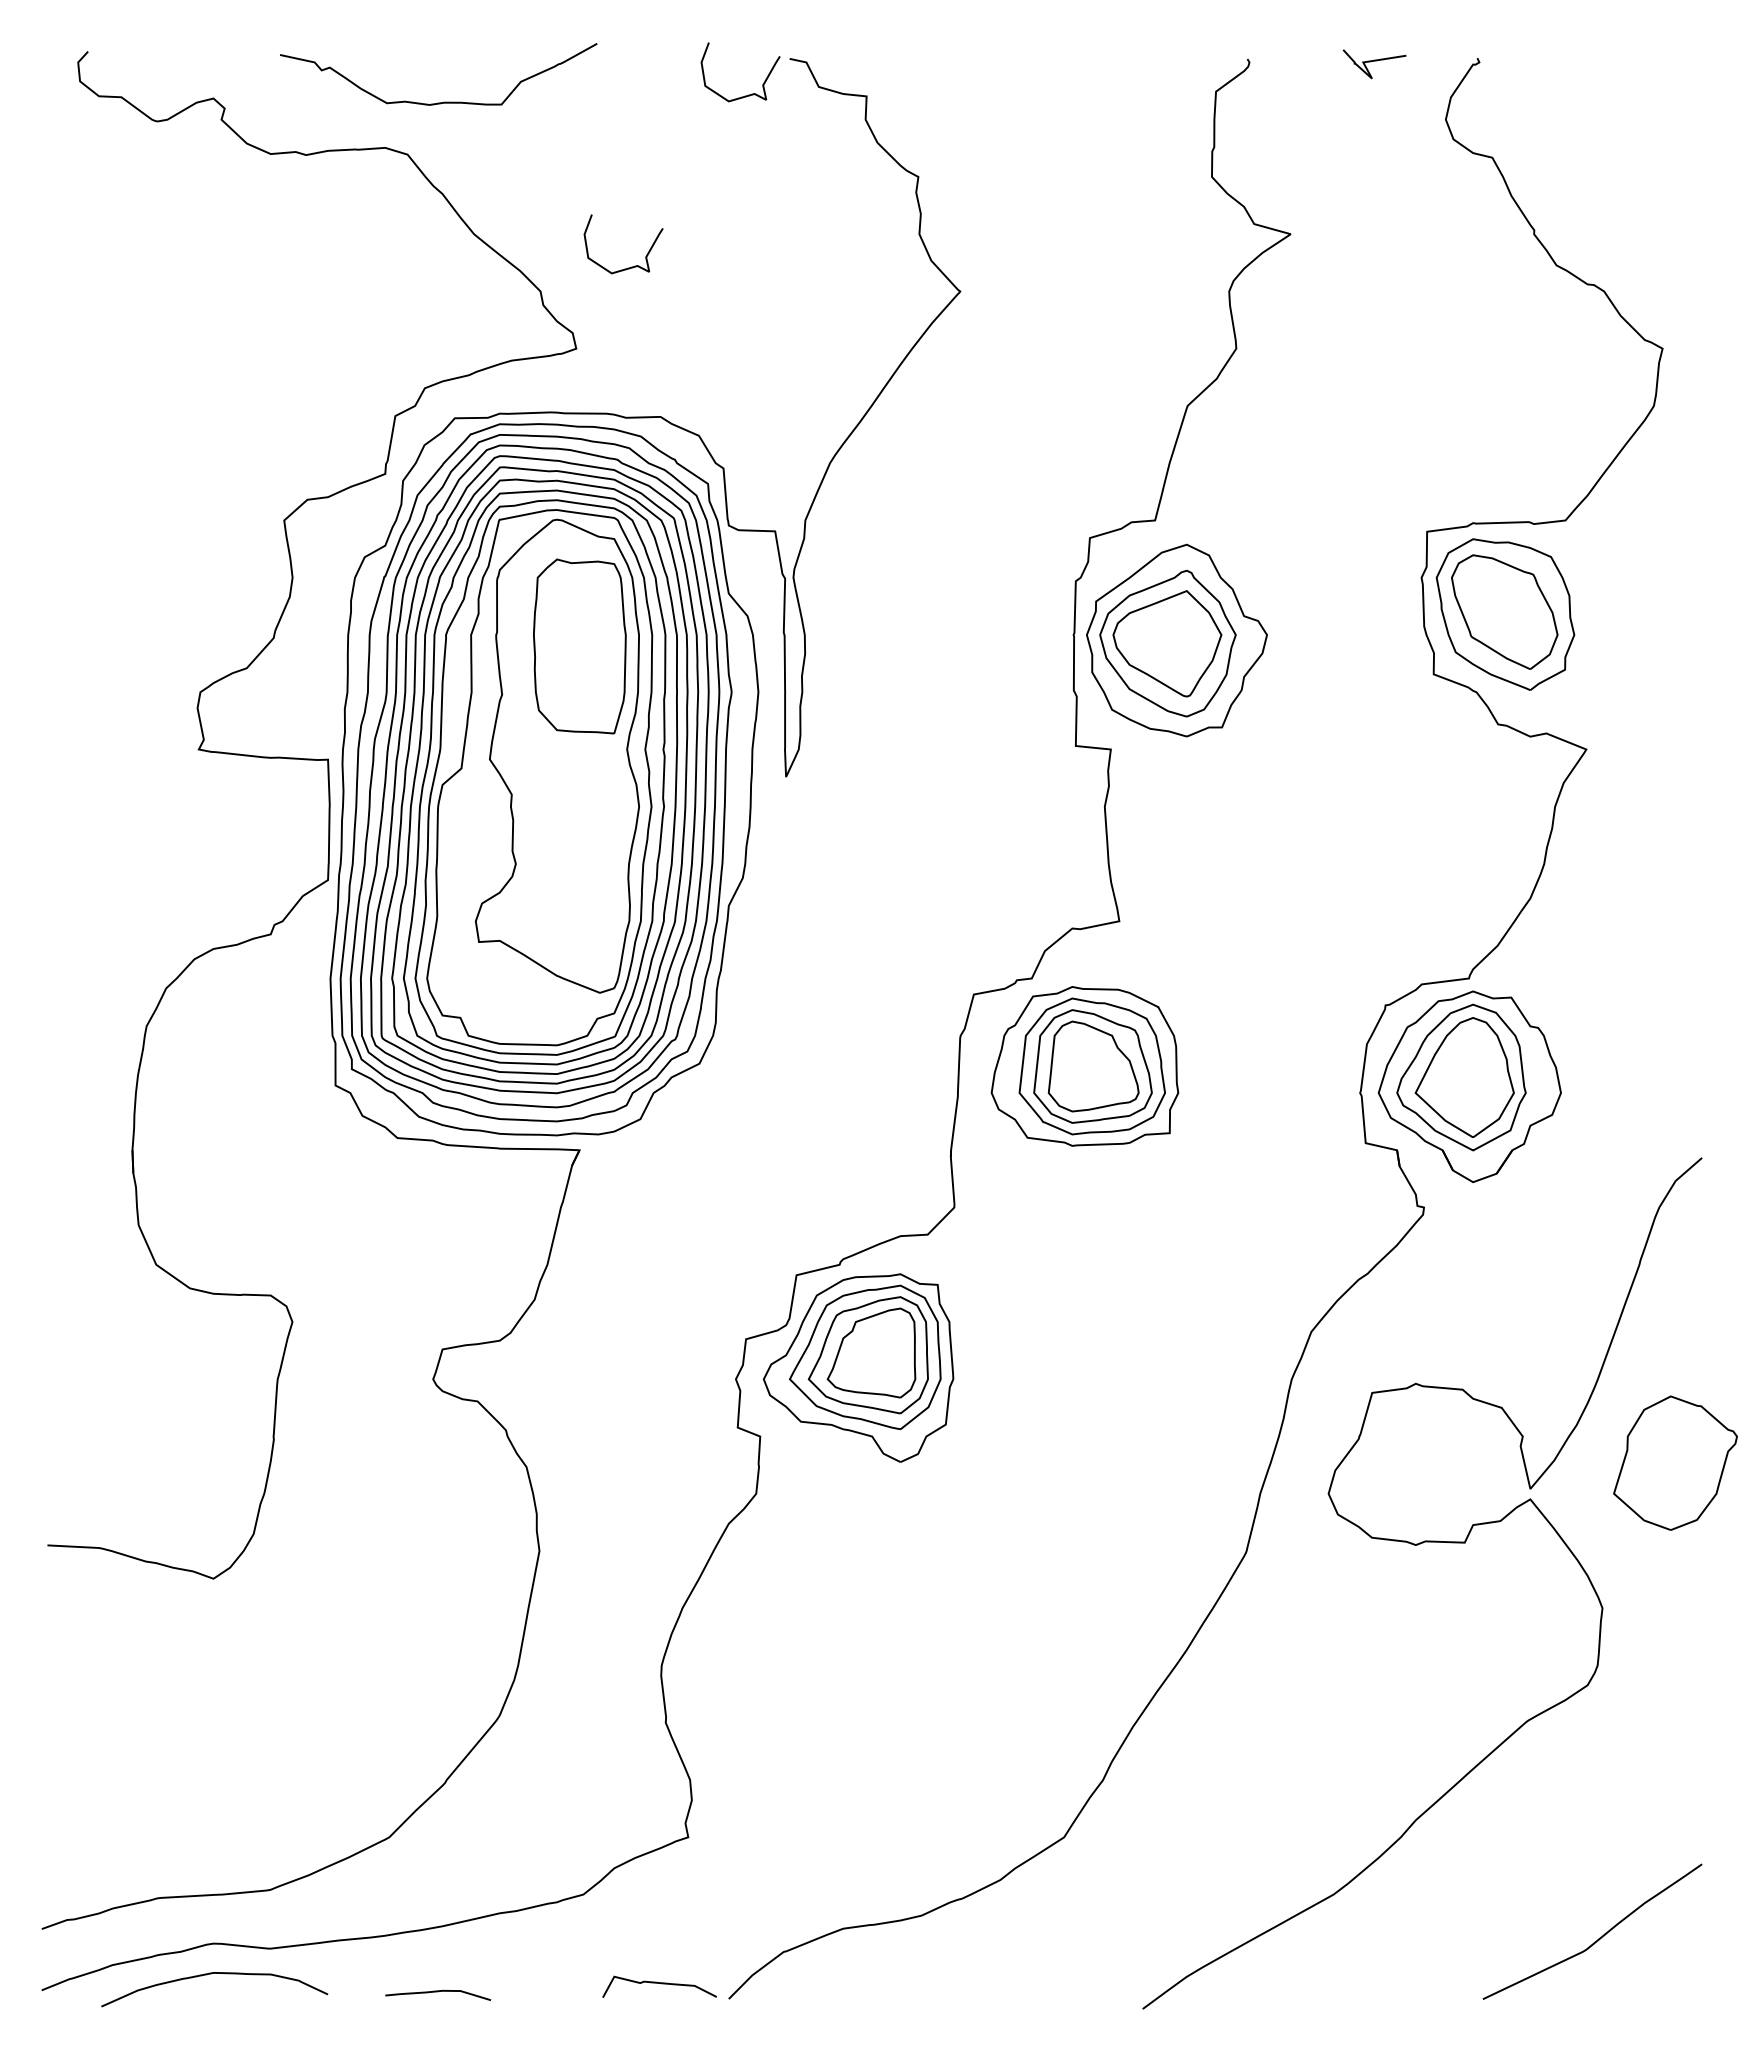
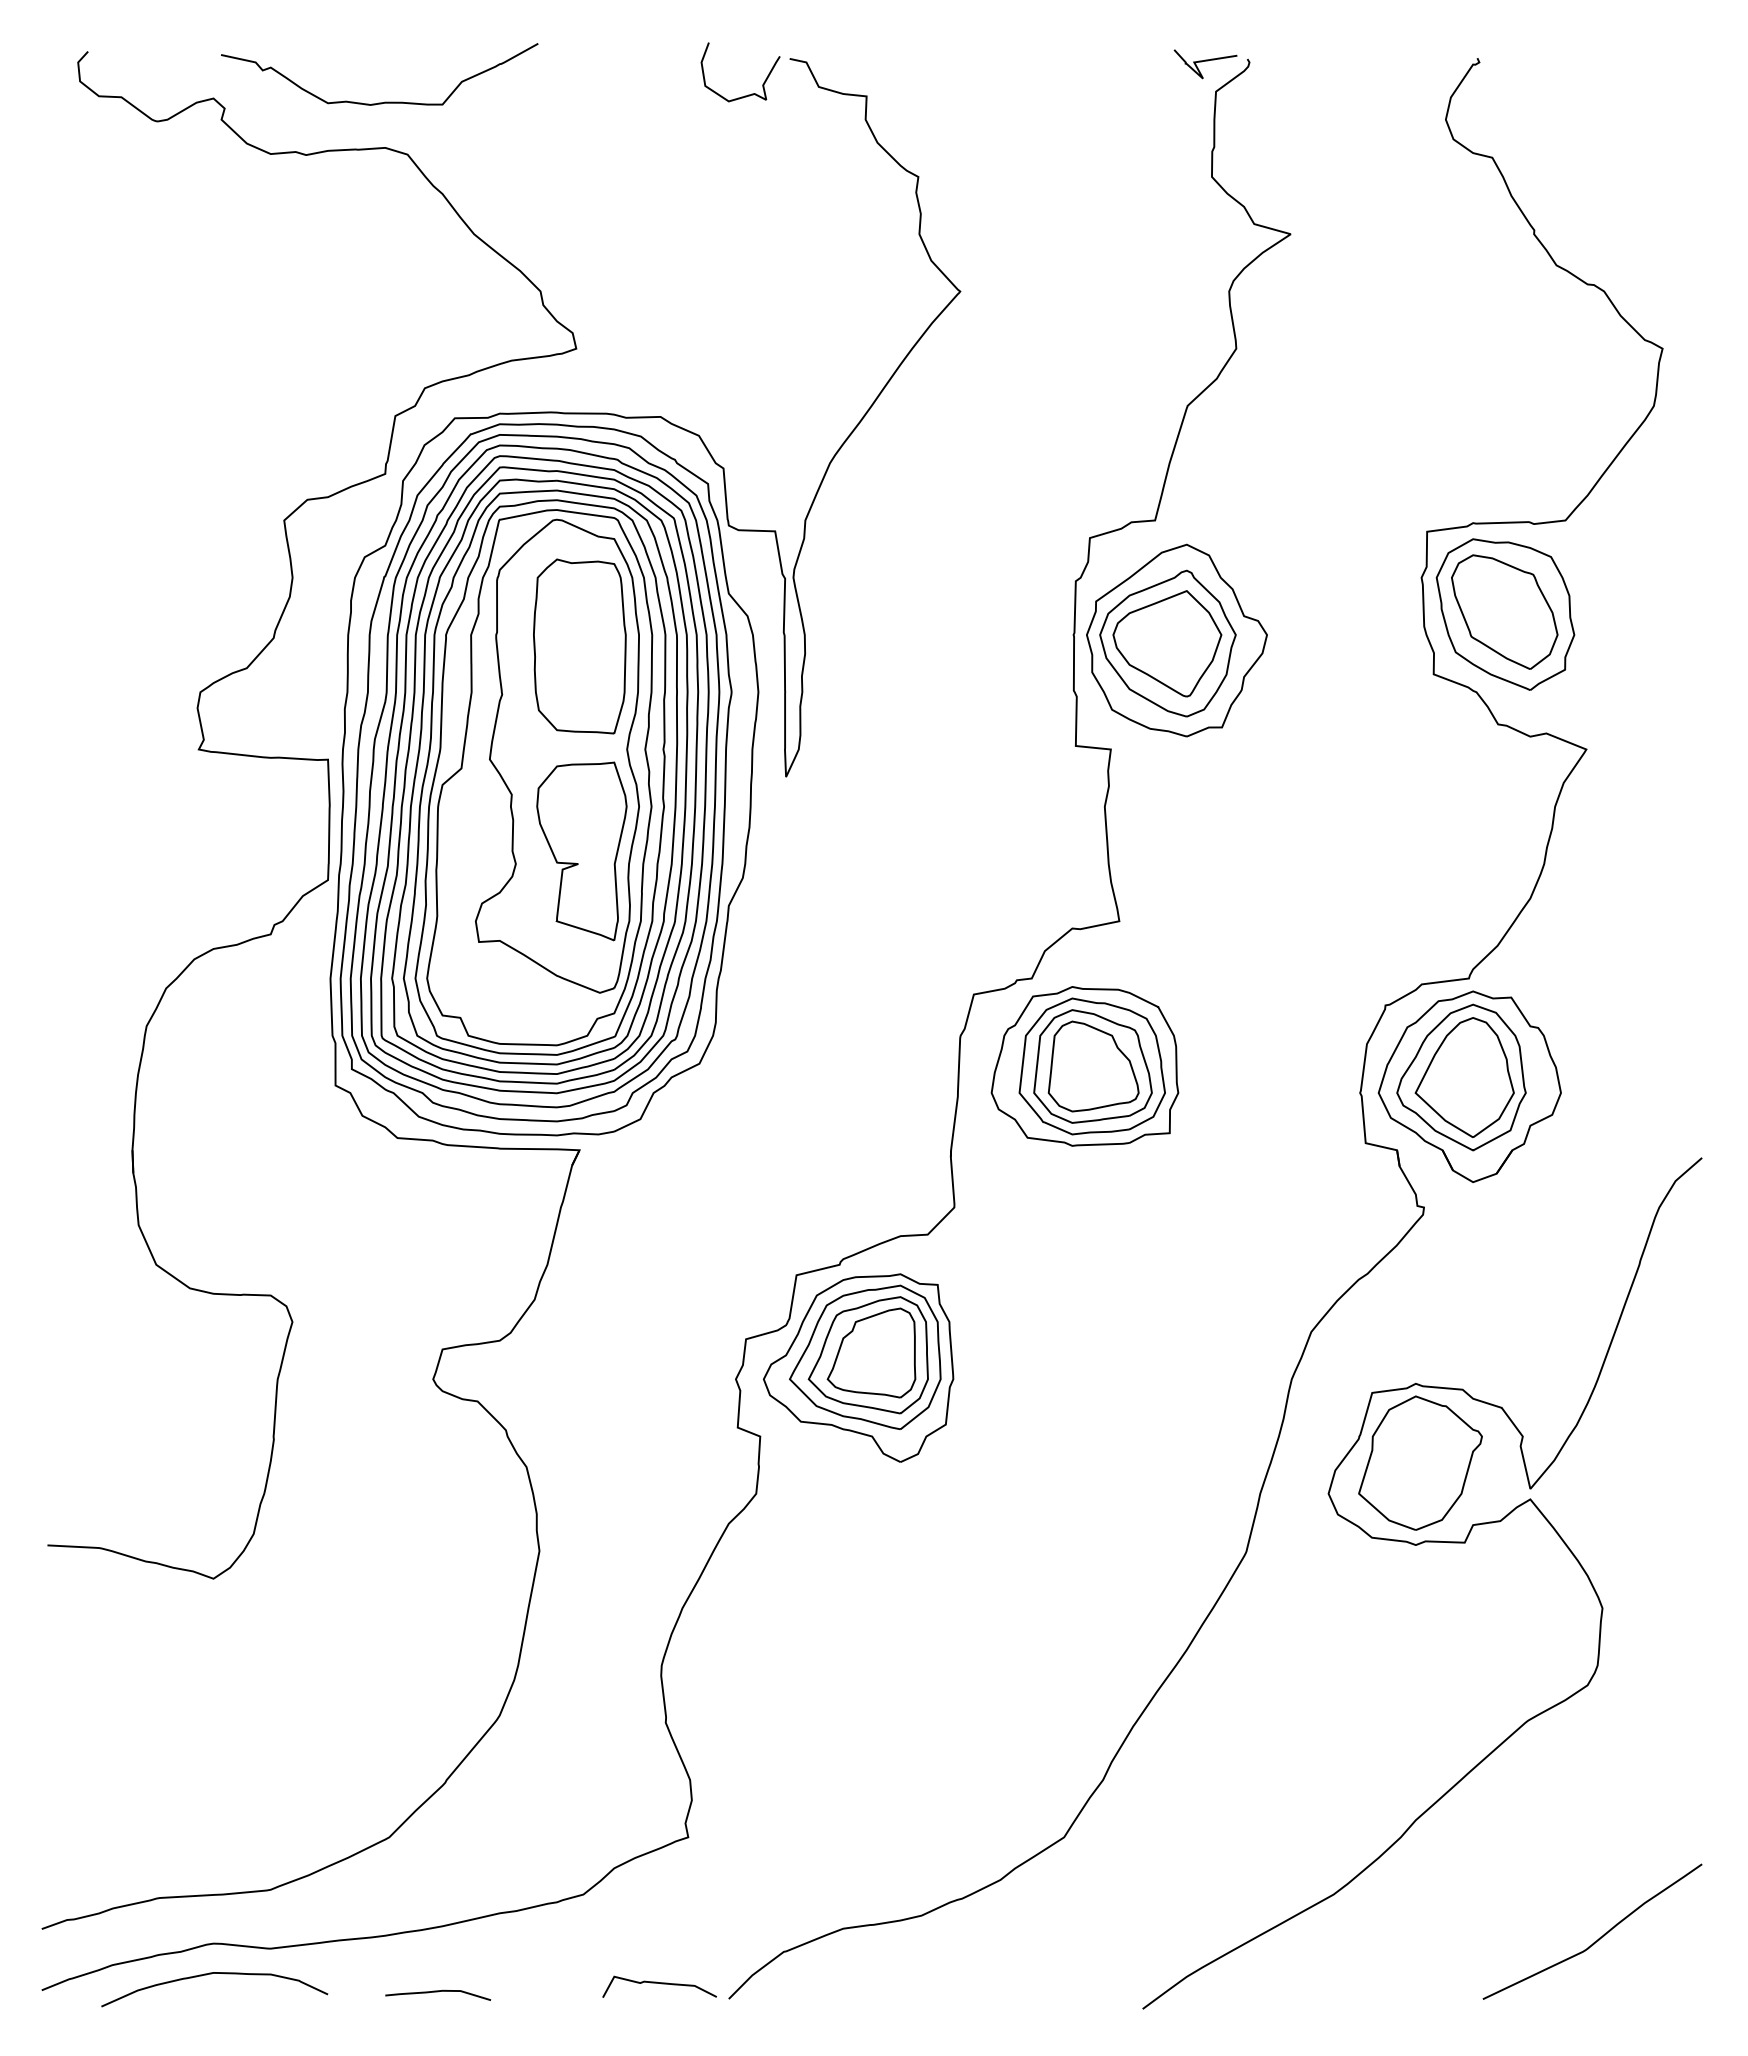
curve at (1374, 61) position: (1374, 61) -> (1205, 61)
curve at (443, 101) position: (443, 101) -> (384, 101)
curve at (627, 267): present -> none
part at (581, 851): none -> present
part at (1675, 1462) position: (1675, 1462) -> (1420, 1462)
